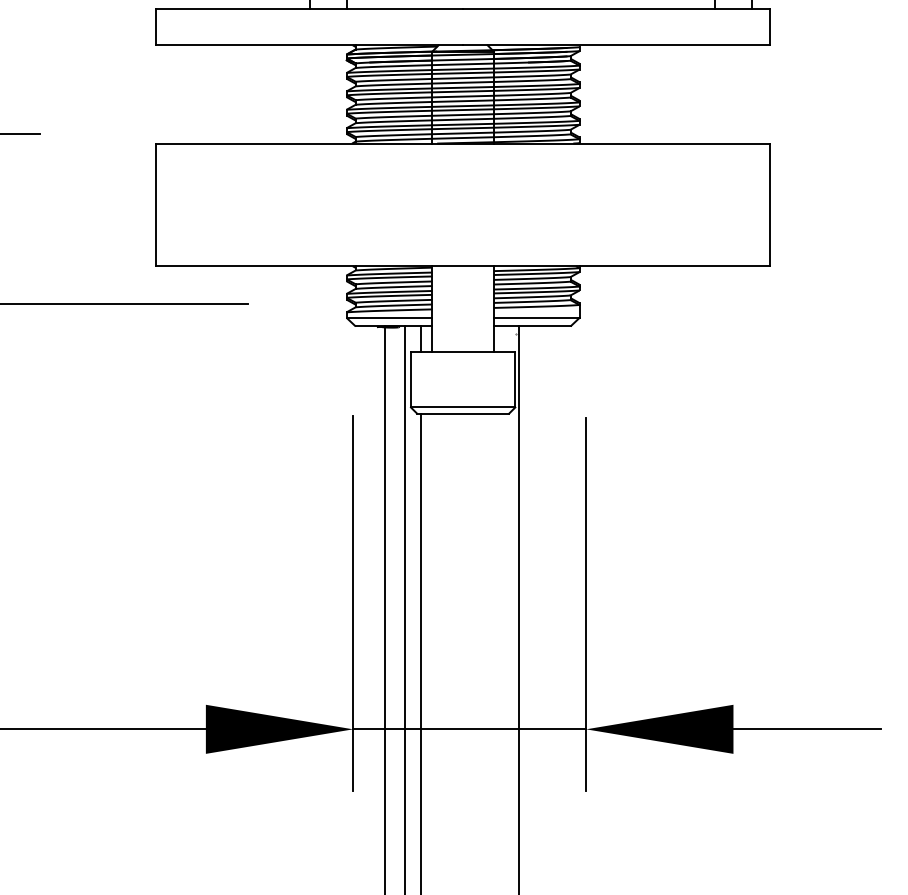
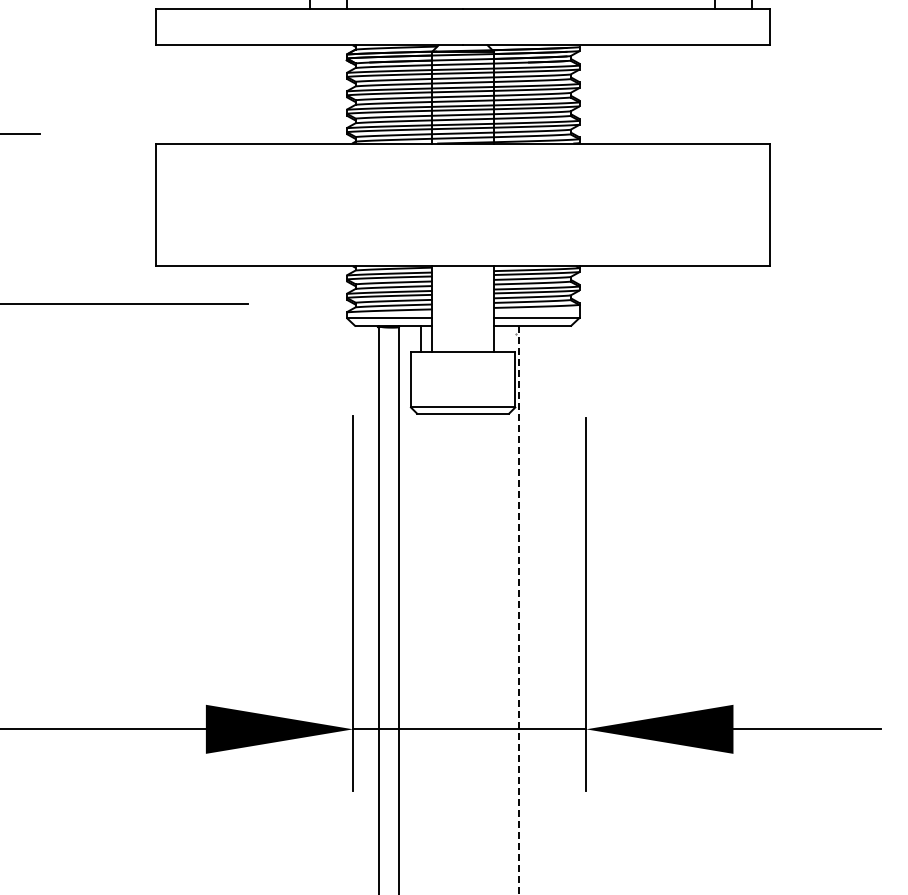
line at (384, 608) position: (384, 608) -> (378, 608)
line at (405, 608) position: (405, 608) -> (399, 608)
line at (518, 610): solid -> dashed
line at (420, 652): present -> none
